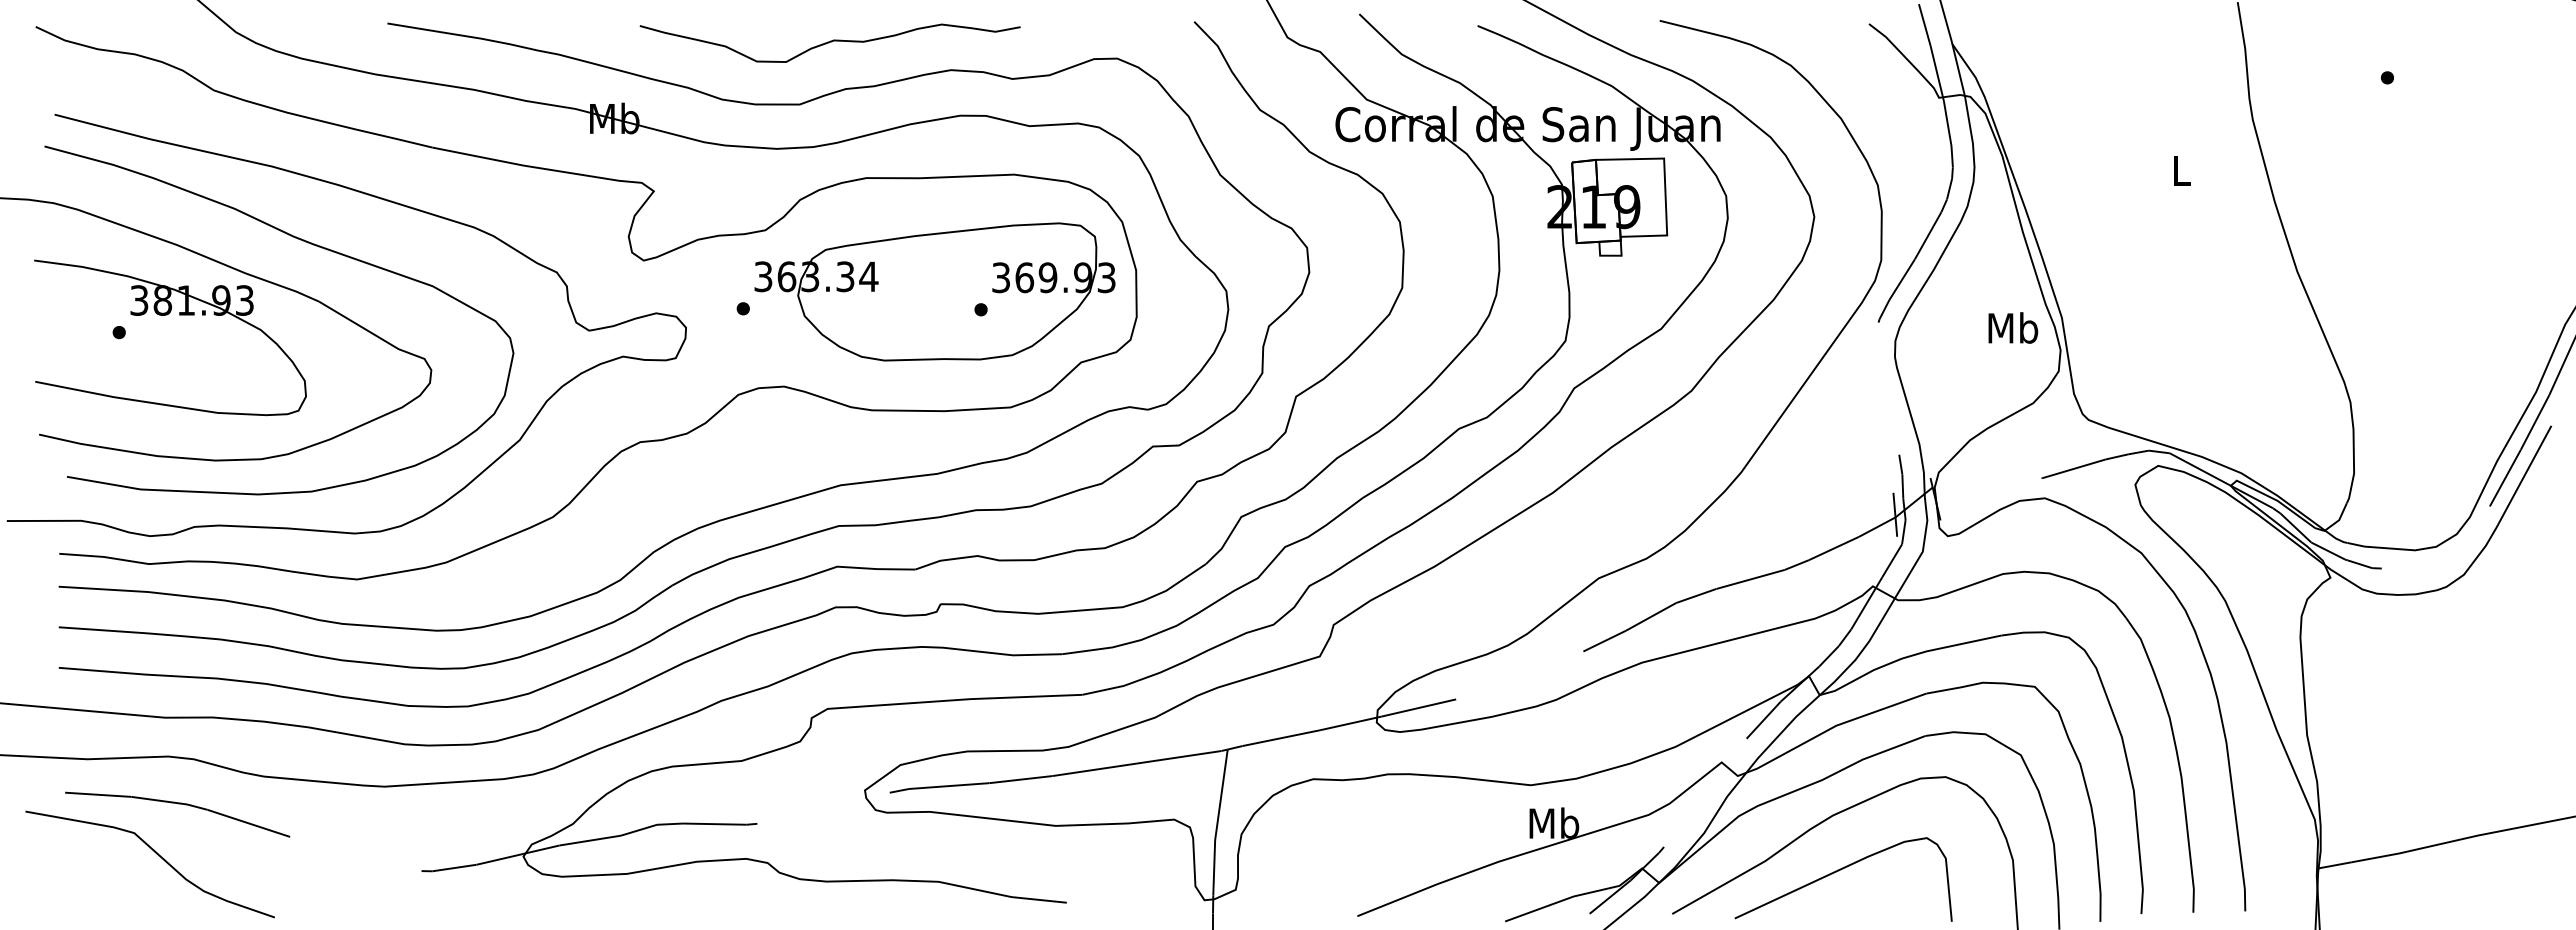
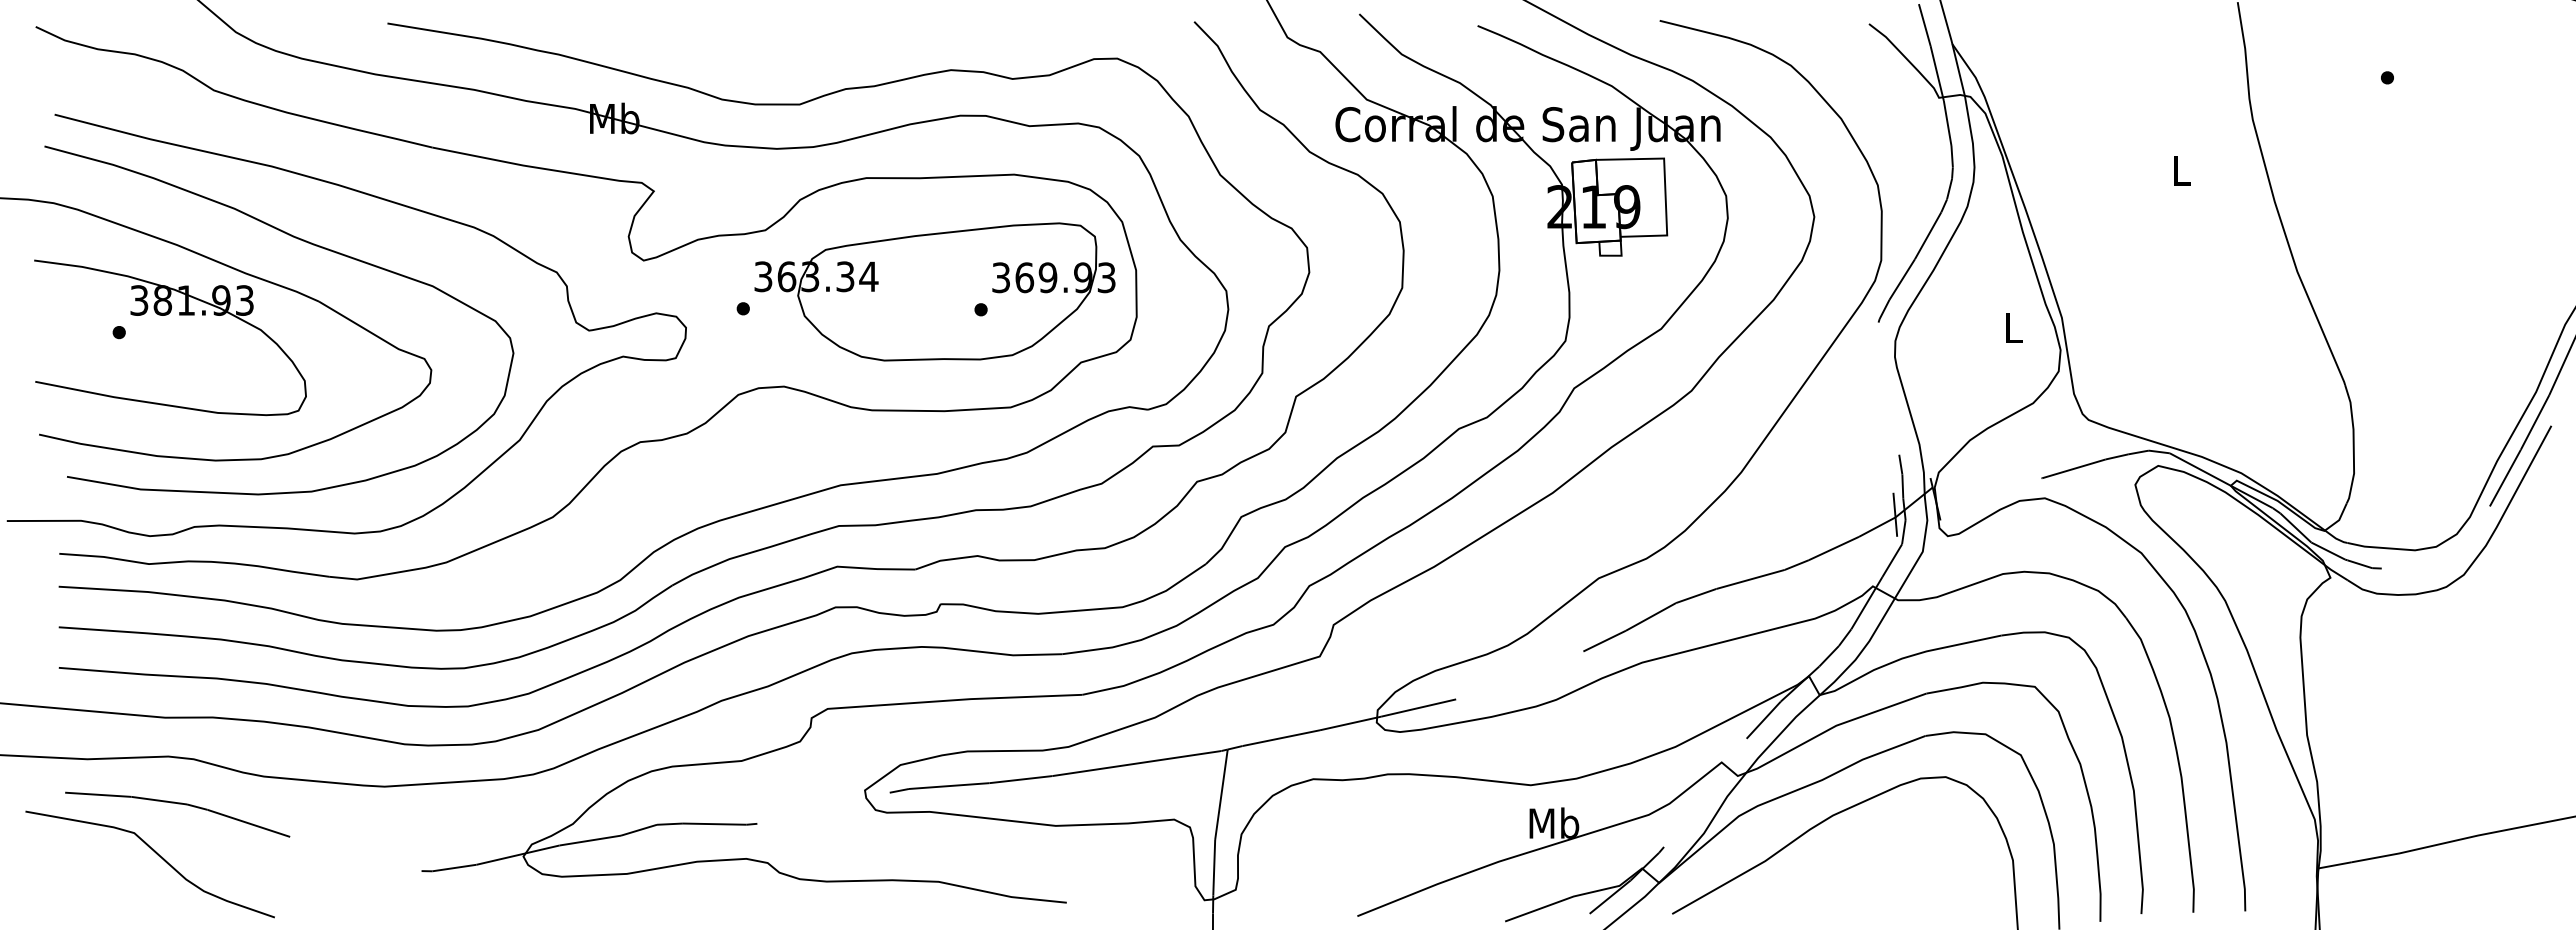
curve at (829, 42): present -> none
text at (2013, 327): Mb -> L
curve at (1838, 871): present -> none
